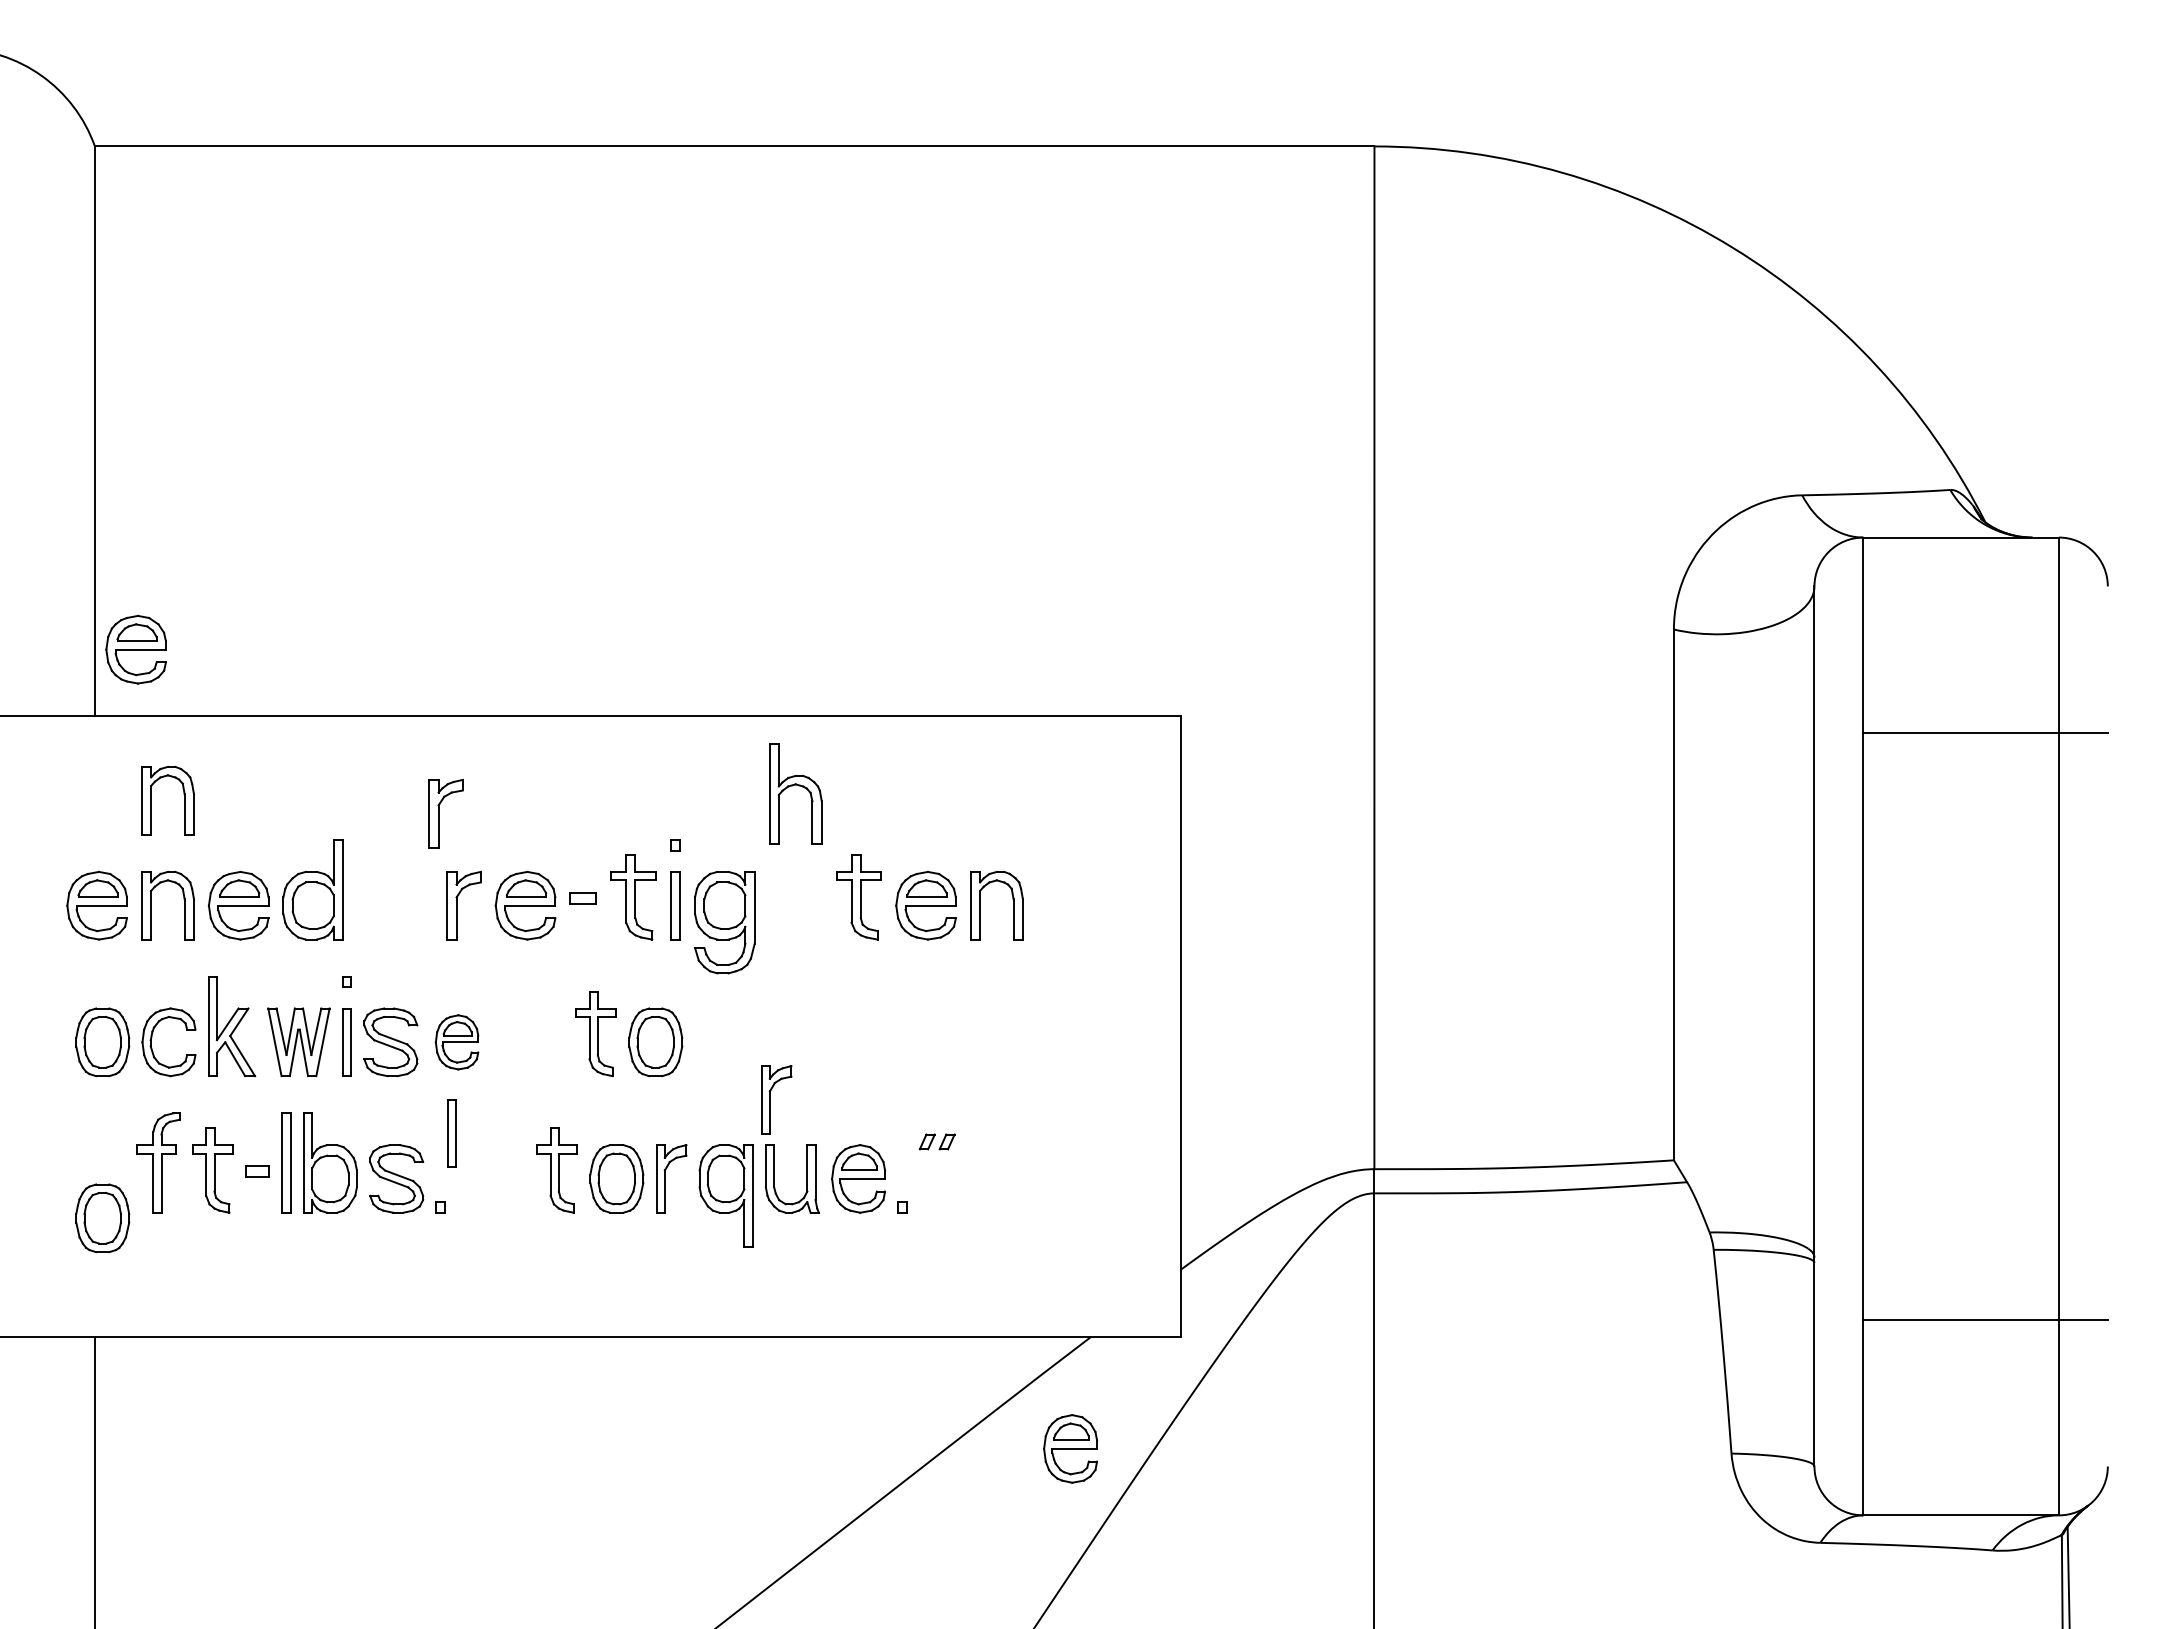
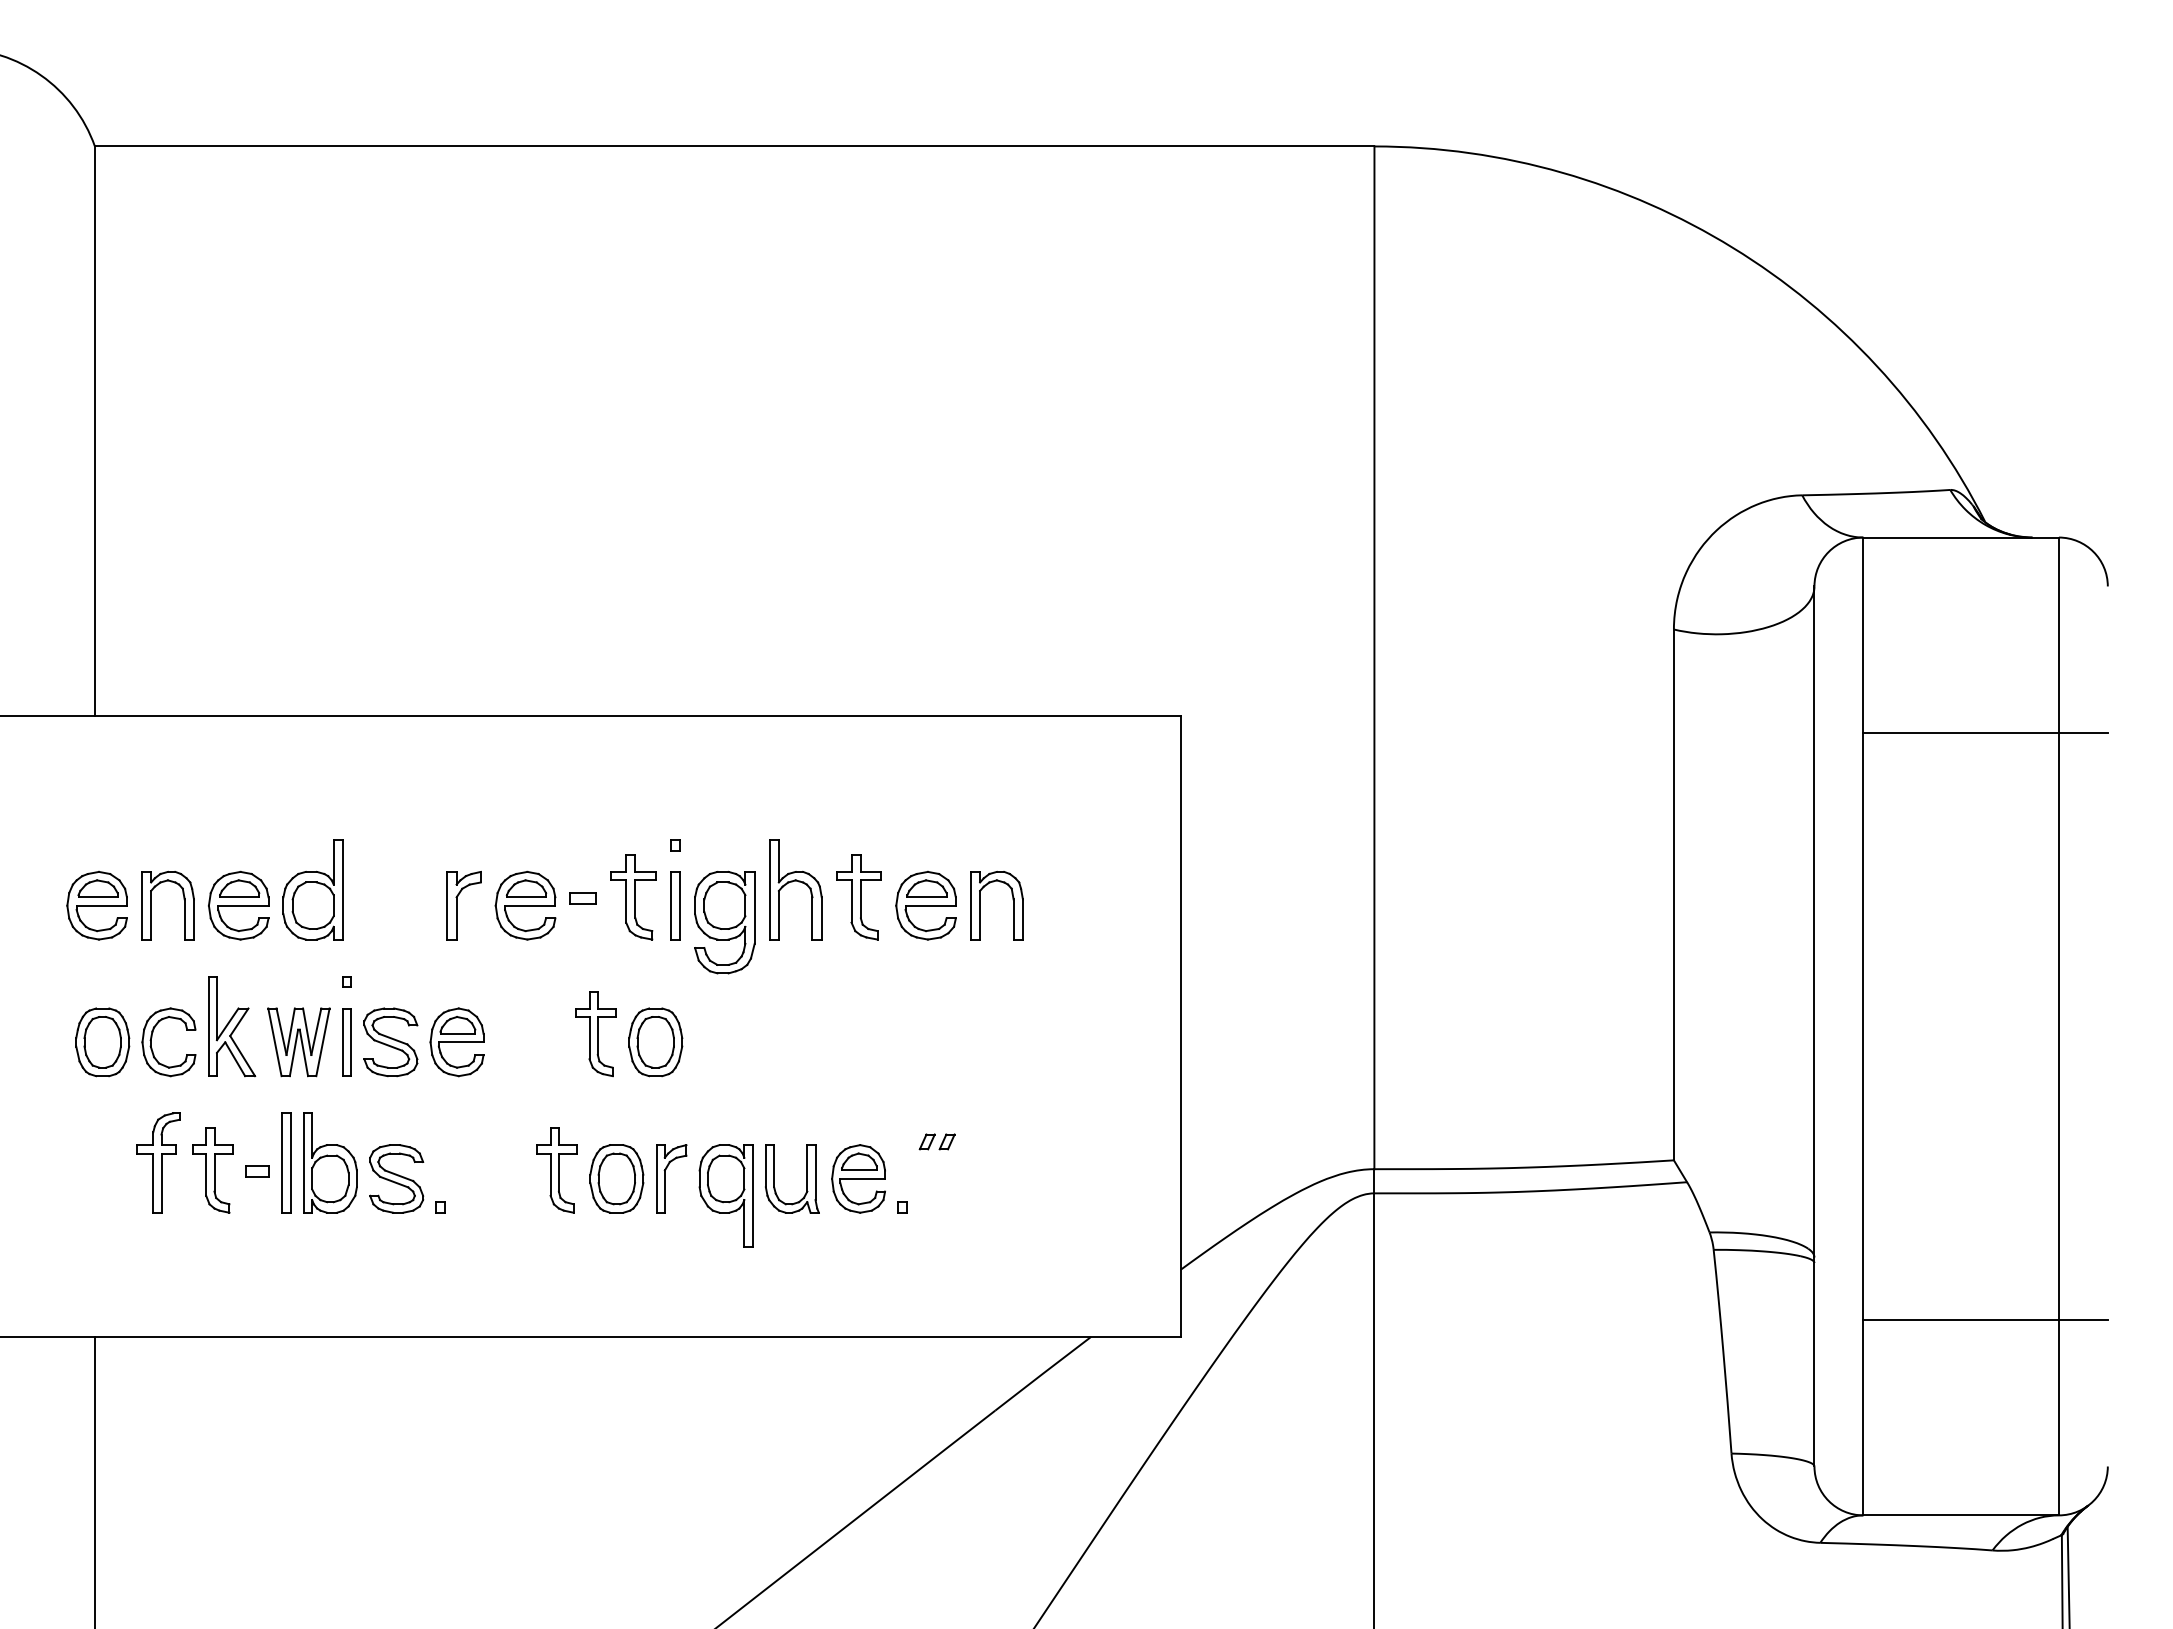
part at (135, 649): present -> none
part at (792, 786) position: (792, 786) -> (792, 882)
part at (151, 800): present -> none
part at (445, 813): present -> none
part at (456, 1042) size: 46x57 px -> 56x71 px
part at (776, 1099): present -> none
part at (451, 1133): present -> none
part at (102, 1218): present -> none
part at (1070, 1448): present -> none
